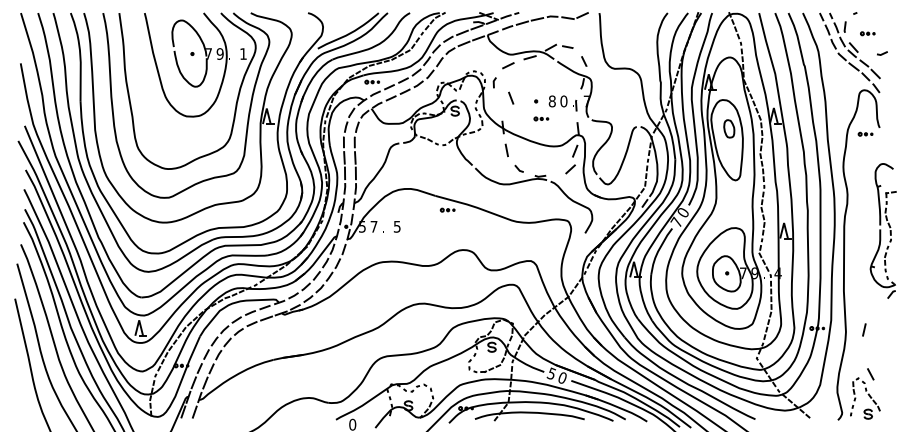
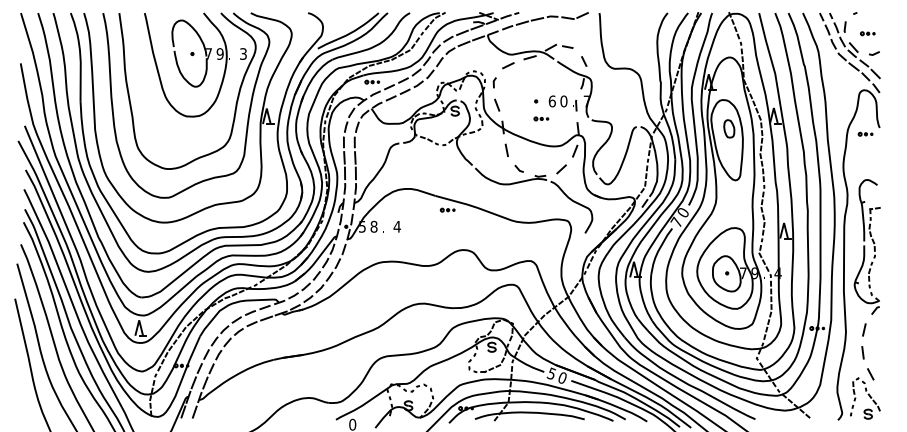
text at (243, 53): 1 -> 3
line at (882, 53) position: (882, 53) -> (874, 53)
line at (511, 97) position: (511, 97) -> (497, 104)
text at (551, 101): 8 -> 6
line at (570, 169) position: (570, 169) -> (561, 169)
text at (373, 226): 7 -> 8
text at (396, 226): 5 -> 4
part at (882, 230) position: (882, 230) -> (866, 246)
line at (862, 352): none -> present
